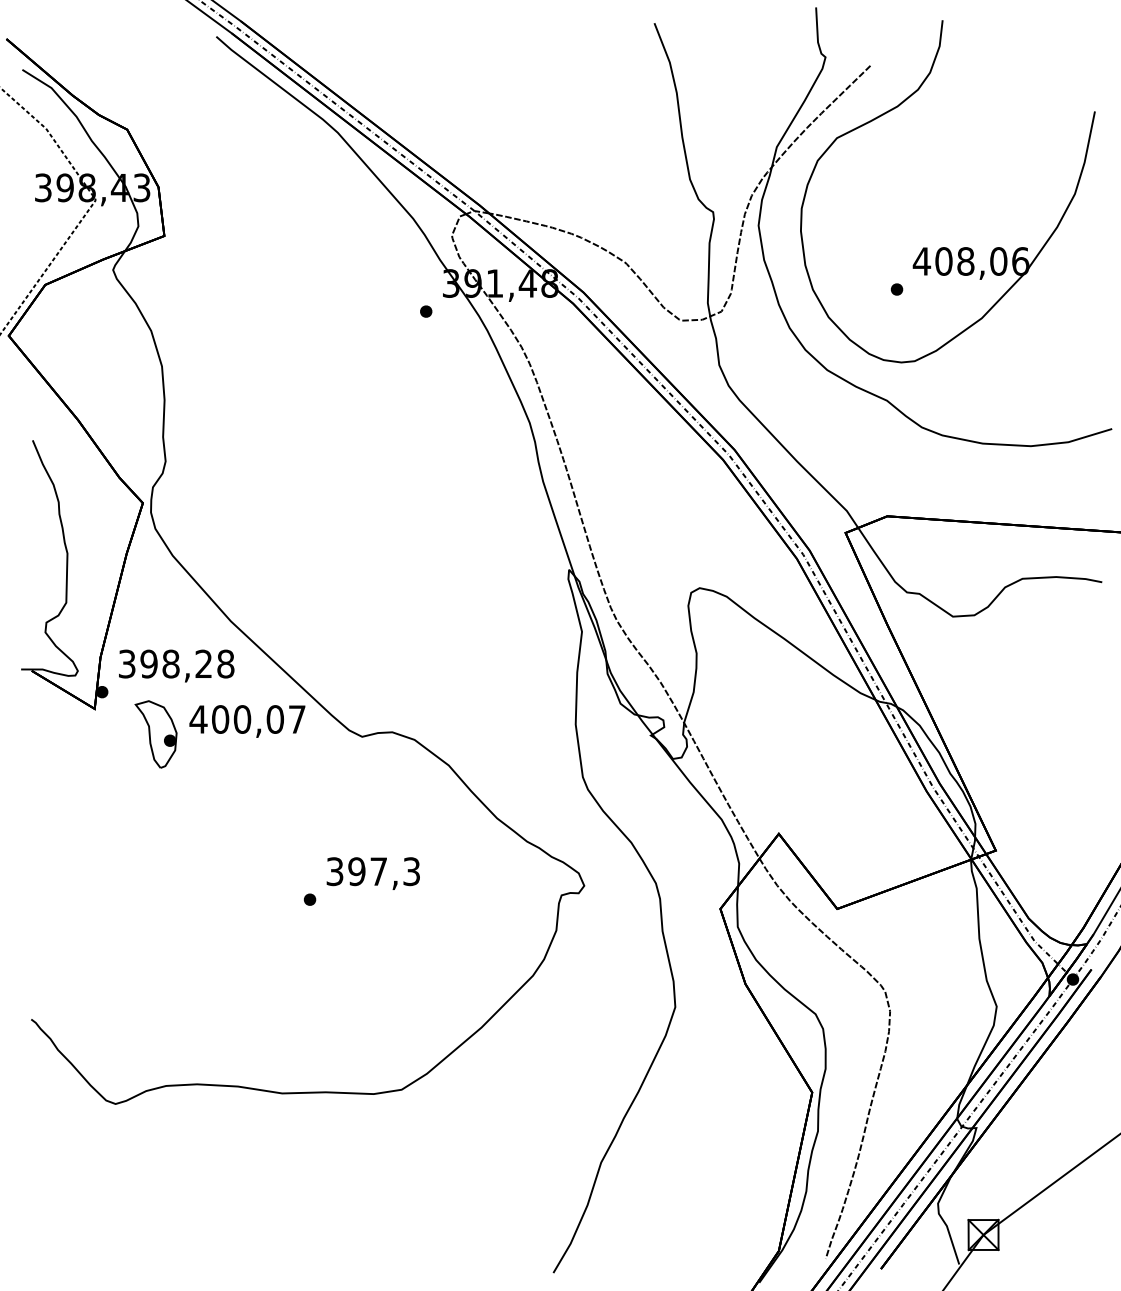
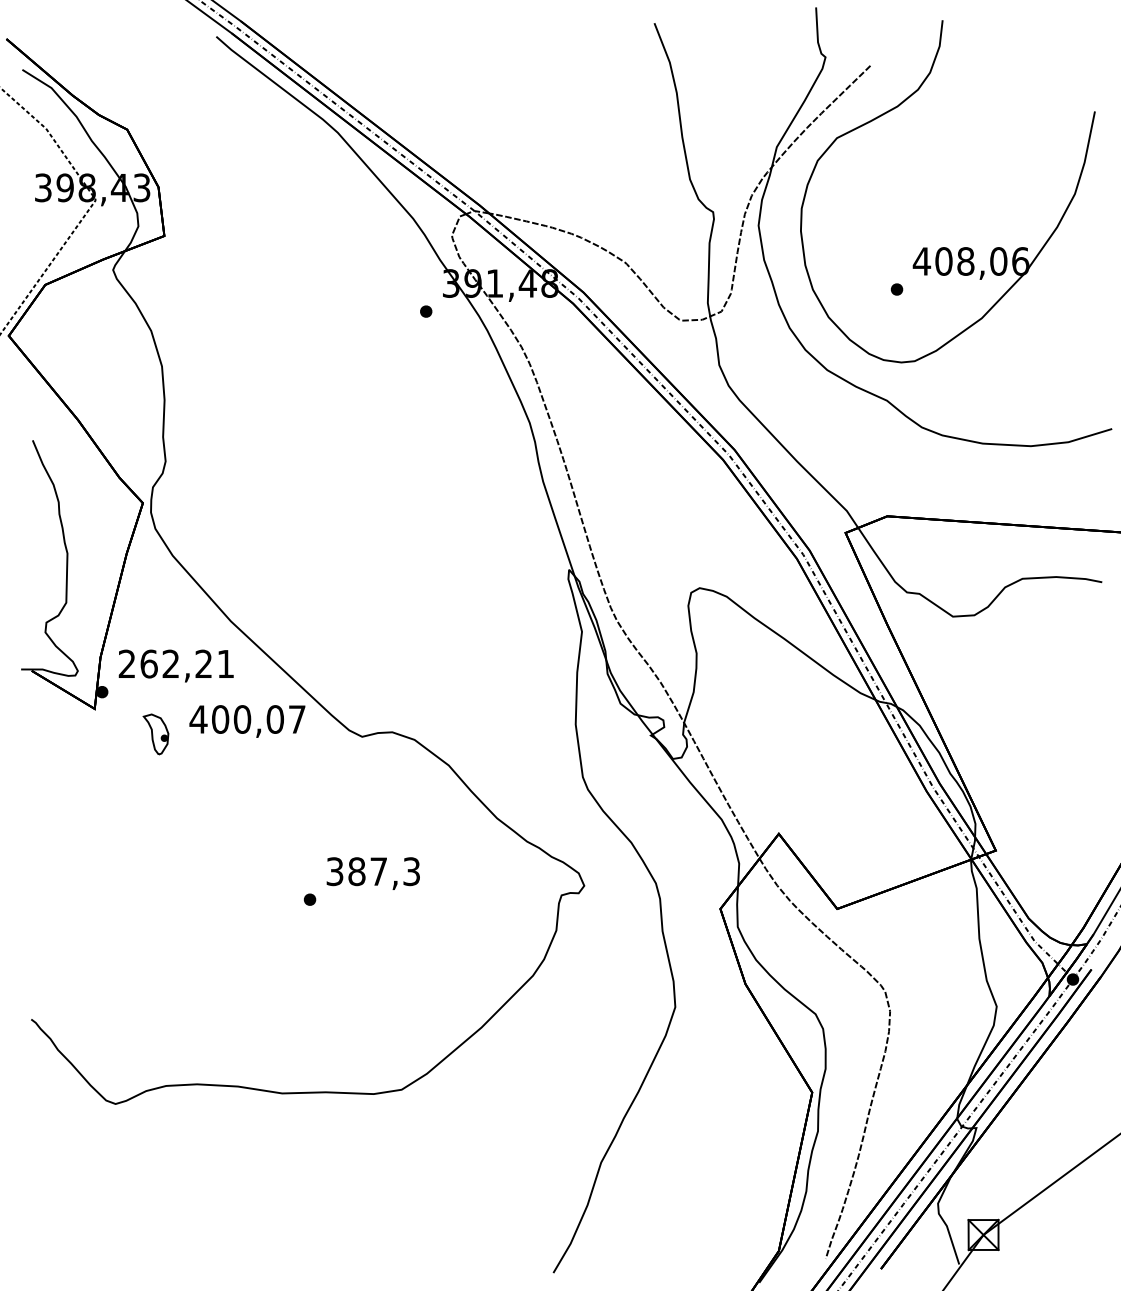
text at (176, 663): 398,28 -> 262,21
part at (155, 734) size: 44x69 px -> 28x43 px
text at (356, 871): 397,3 -> 387,3
